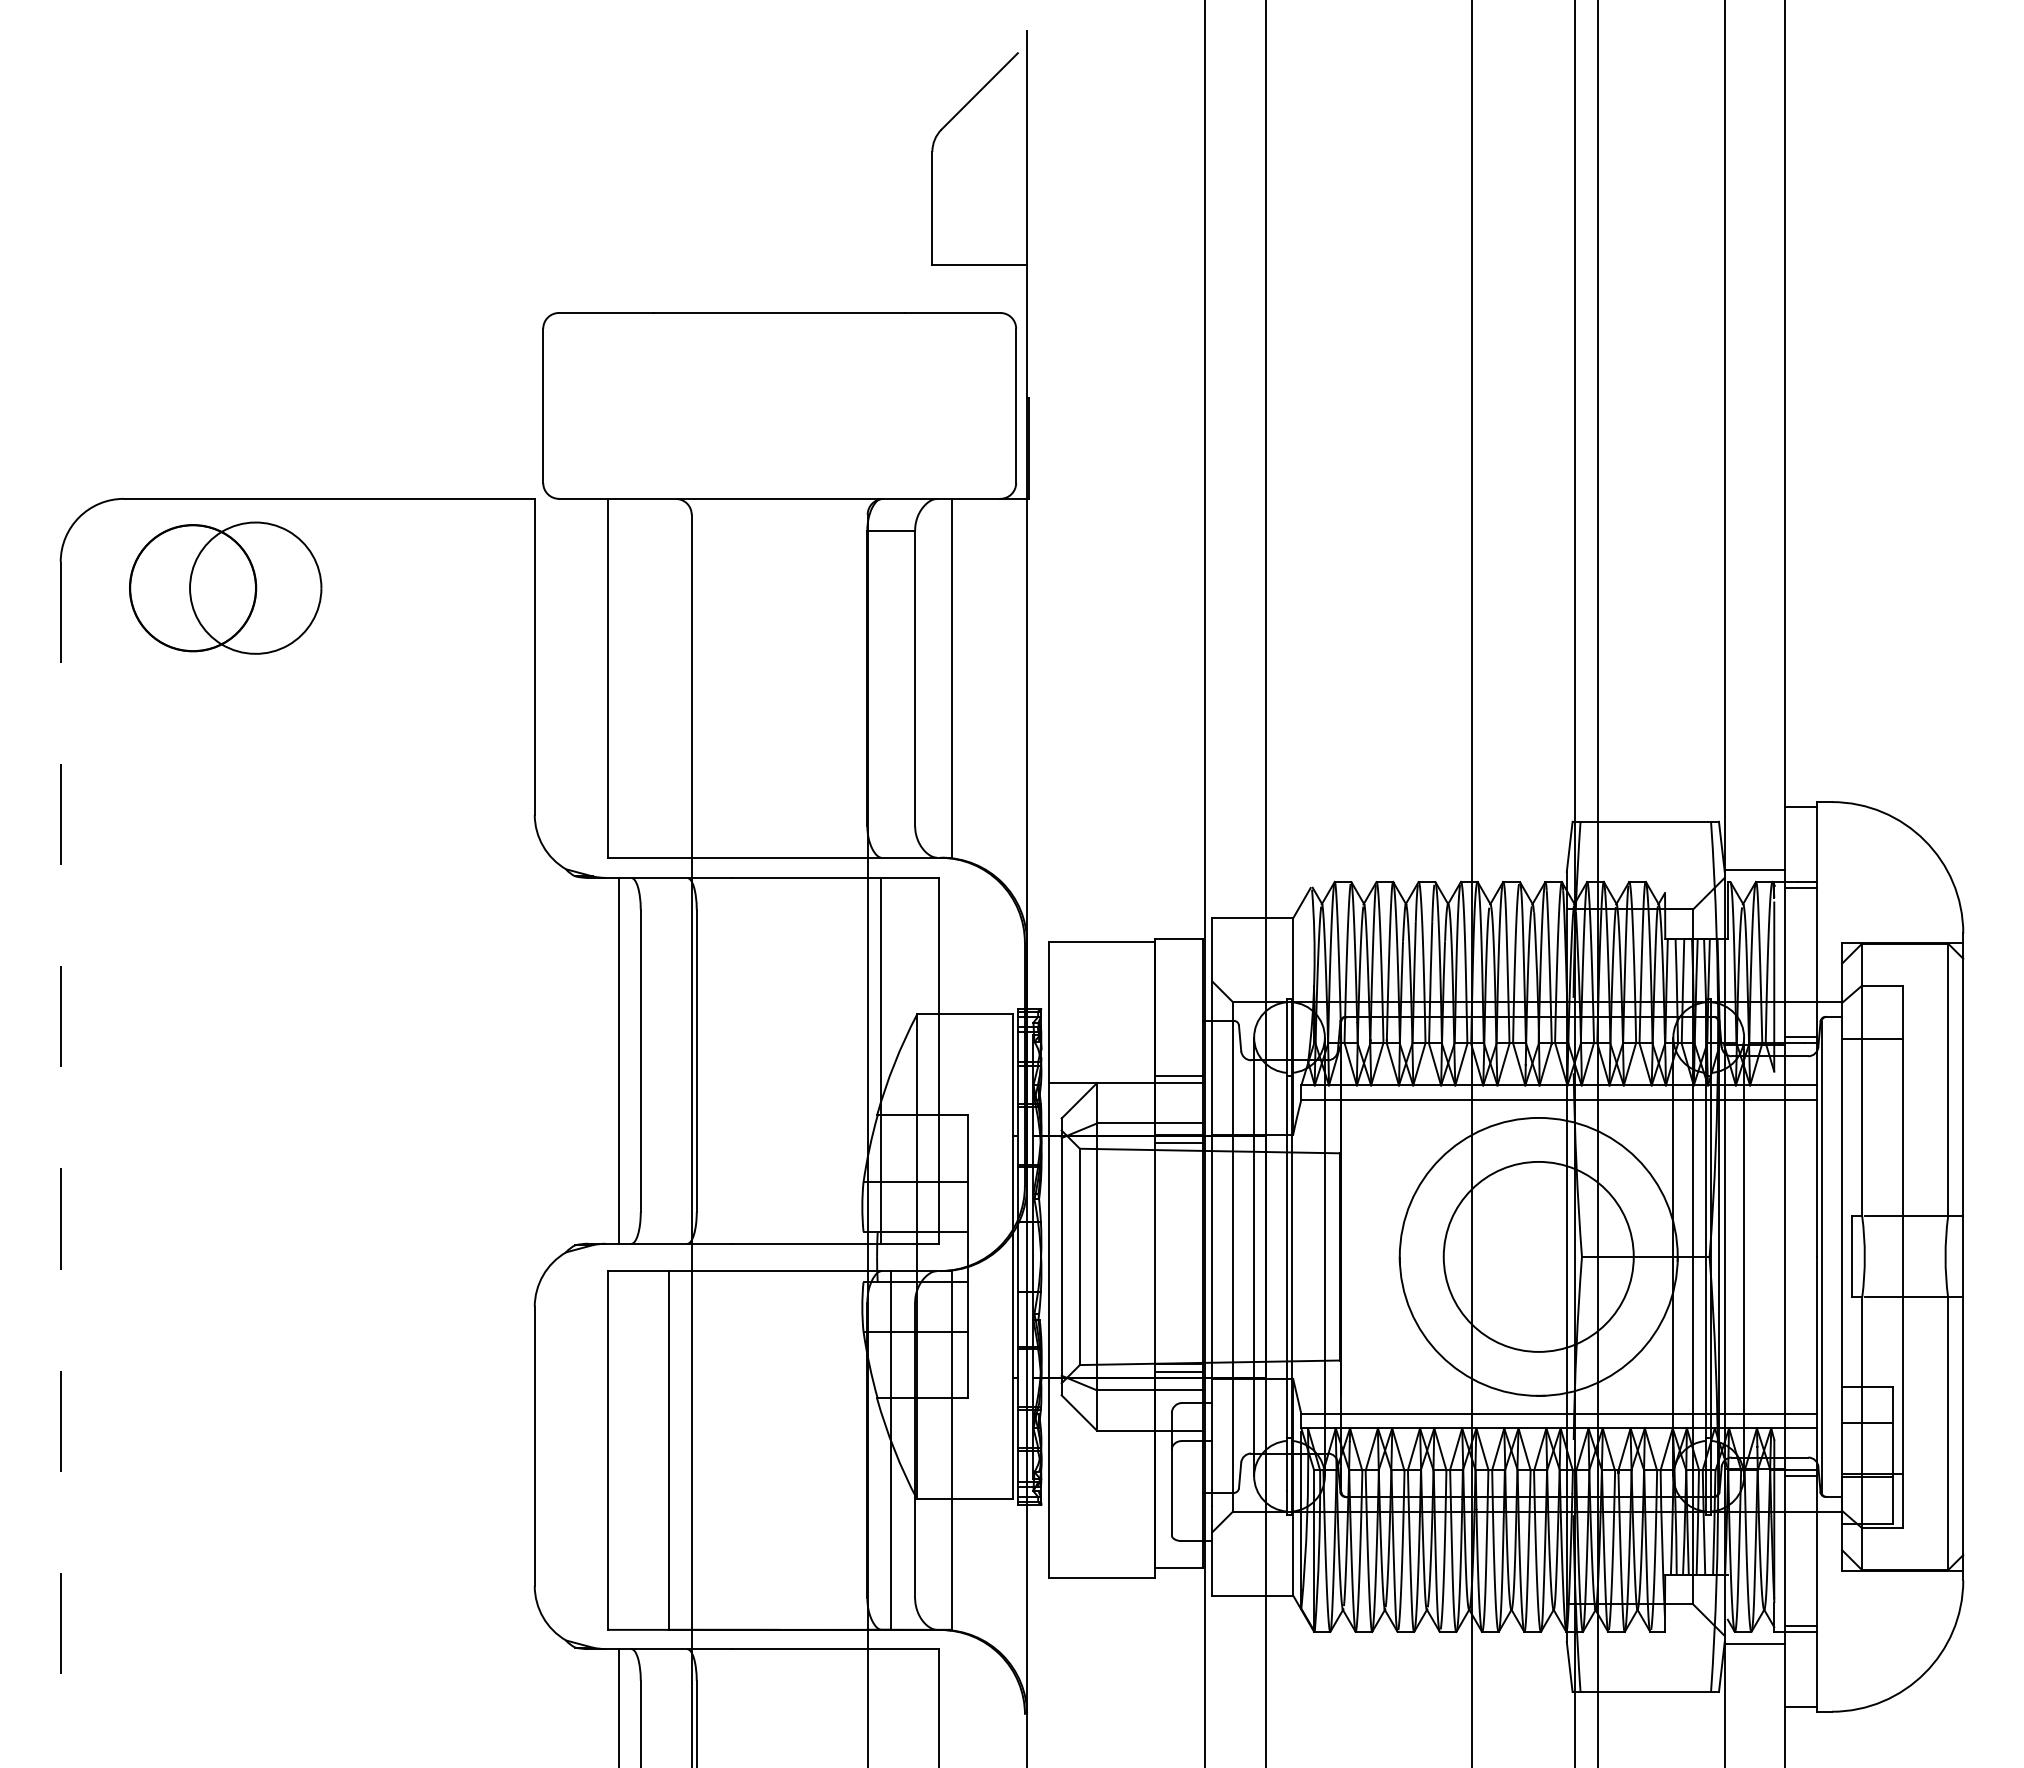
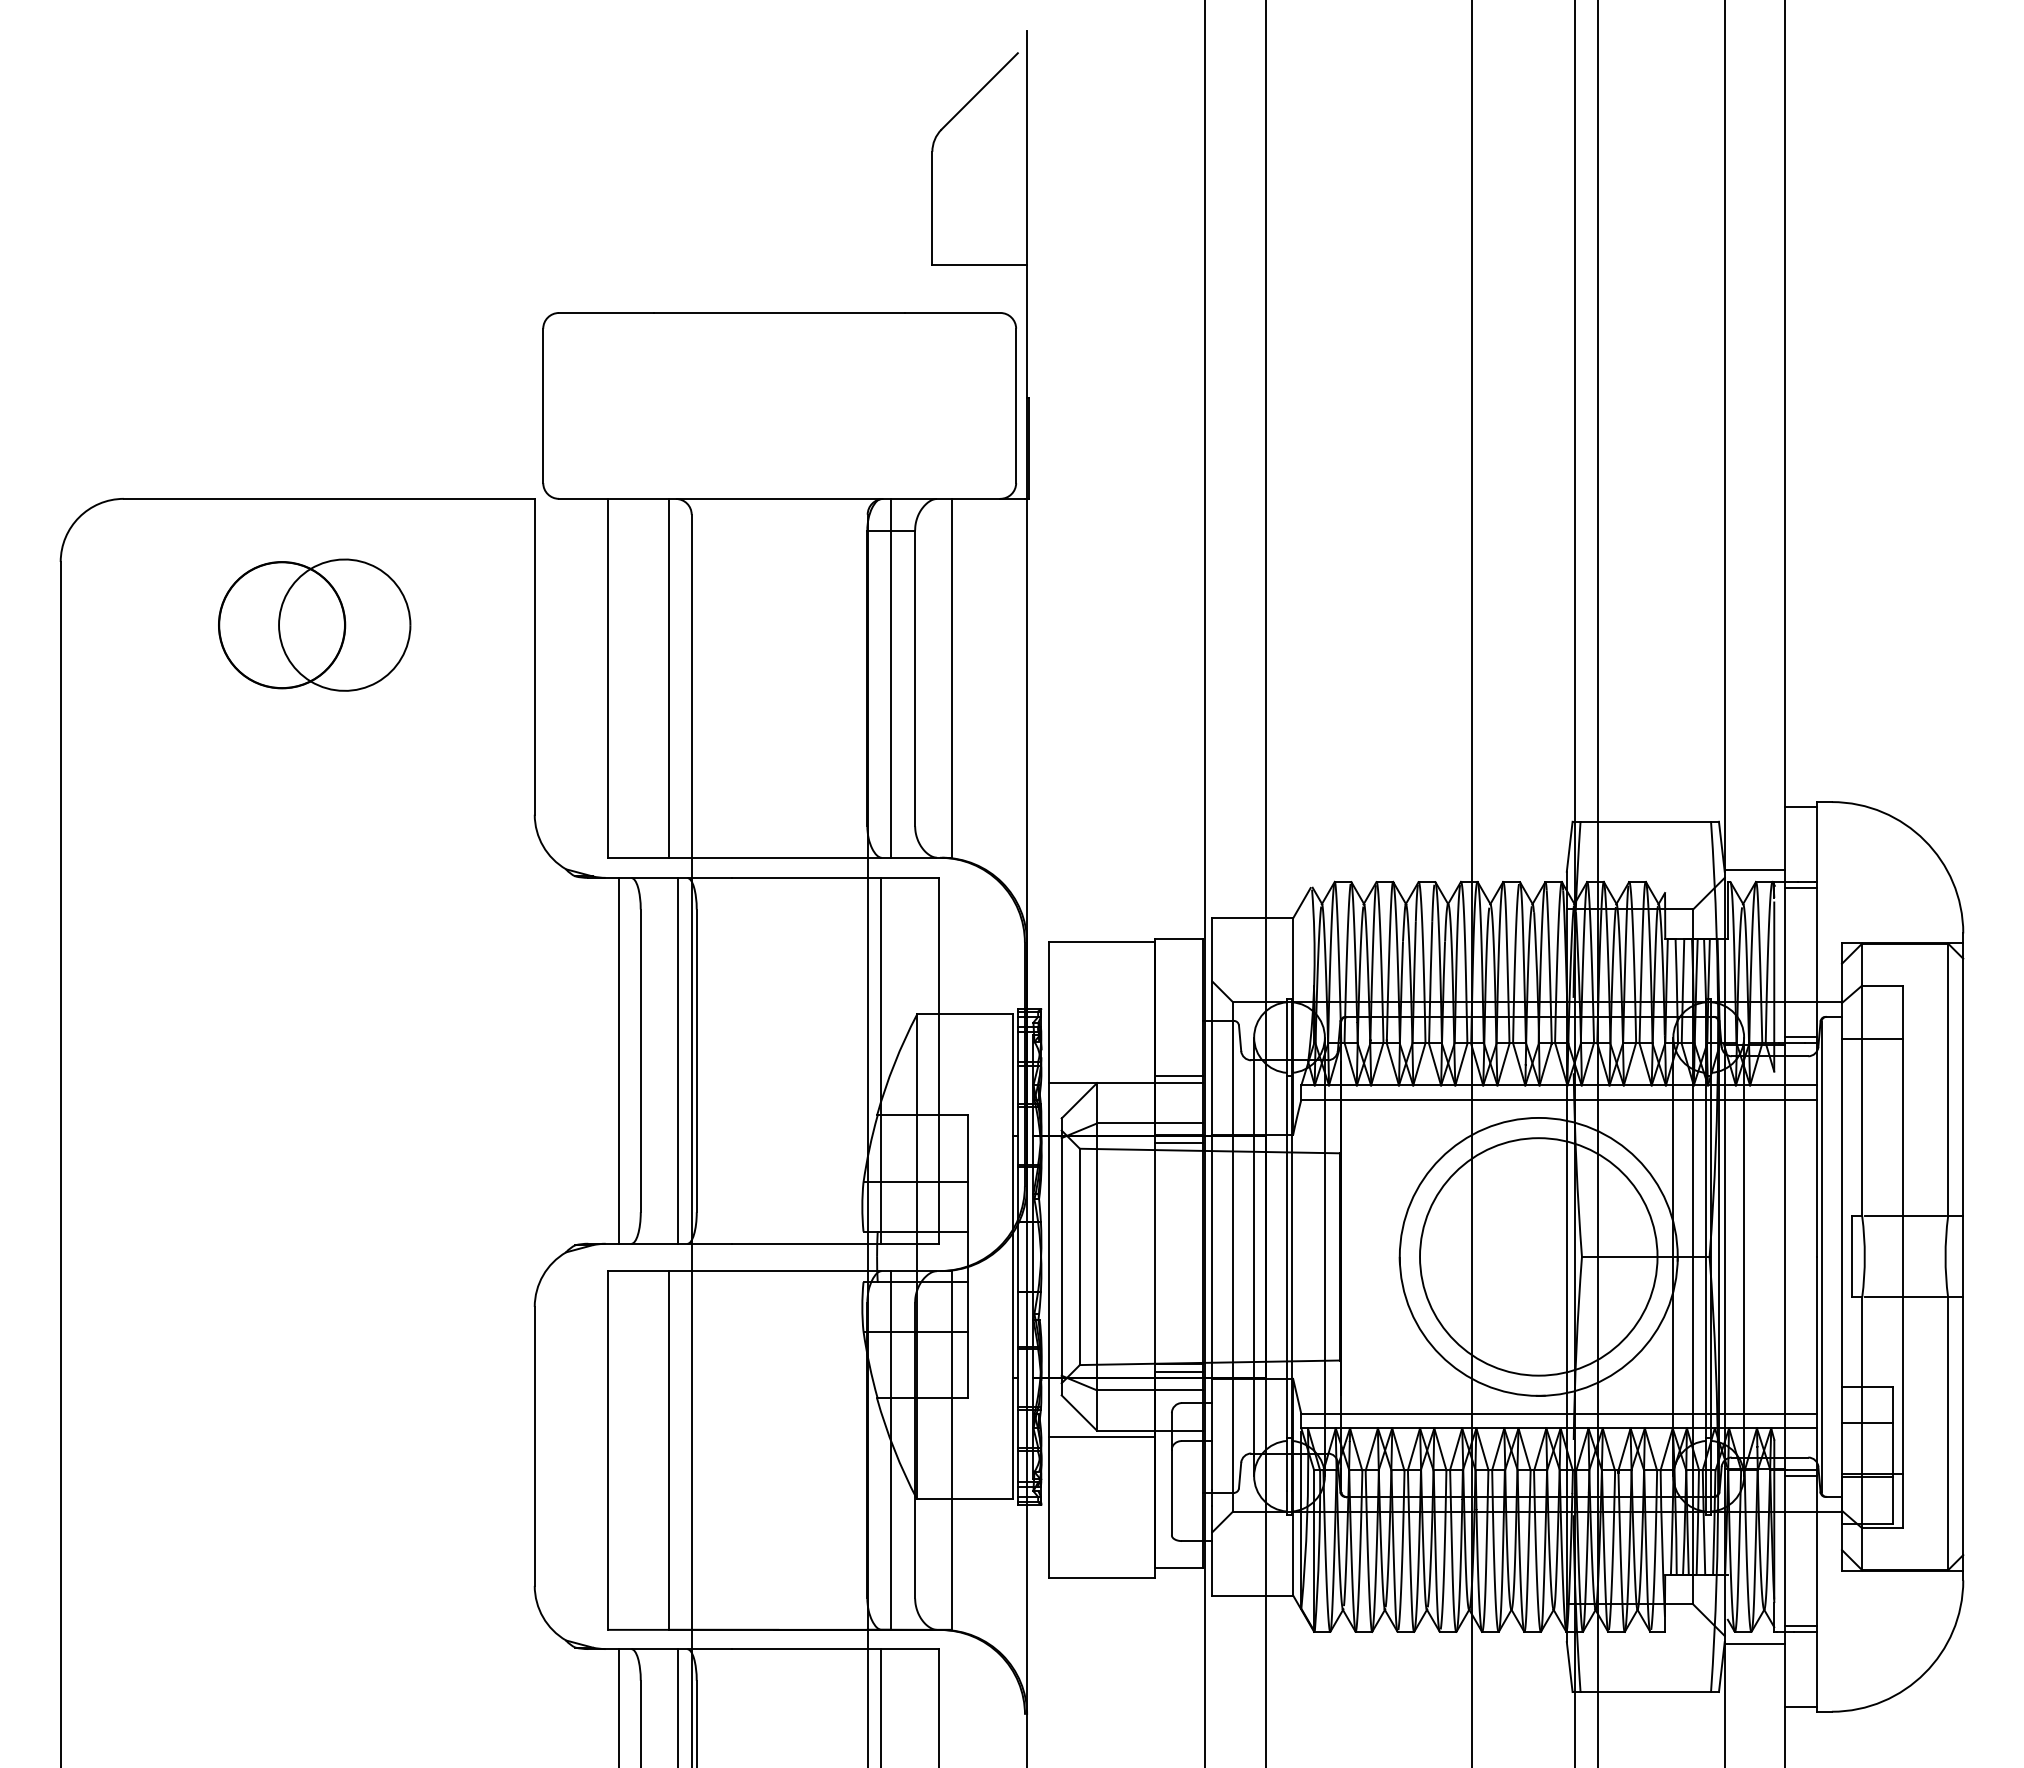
part at (225, 587) position: (225, 587) -> (314, 624)
line at (668, 677): none -> present
line at (890, 677): none -> present
line at (677, 1060): none -> present
line at (60, 1164): dashed -> solid
circle at (1538, 1256) diameter: 190 px -> 238 px
line at (1101, 1436): none -> present
line at (677, 1706): none -> present
line at (880, 1706): none -> present
